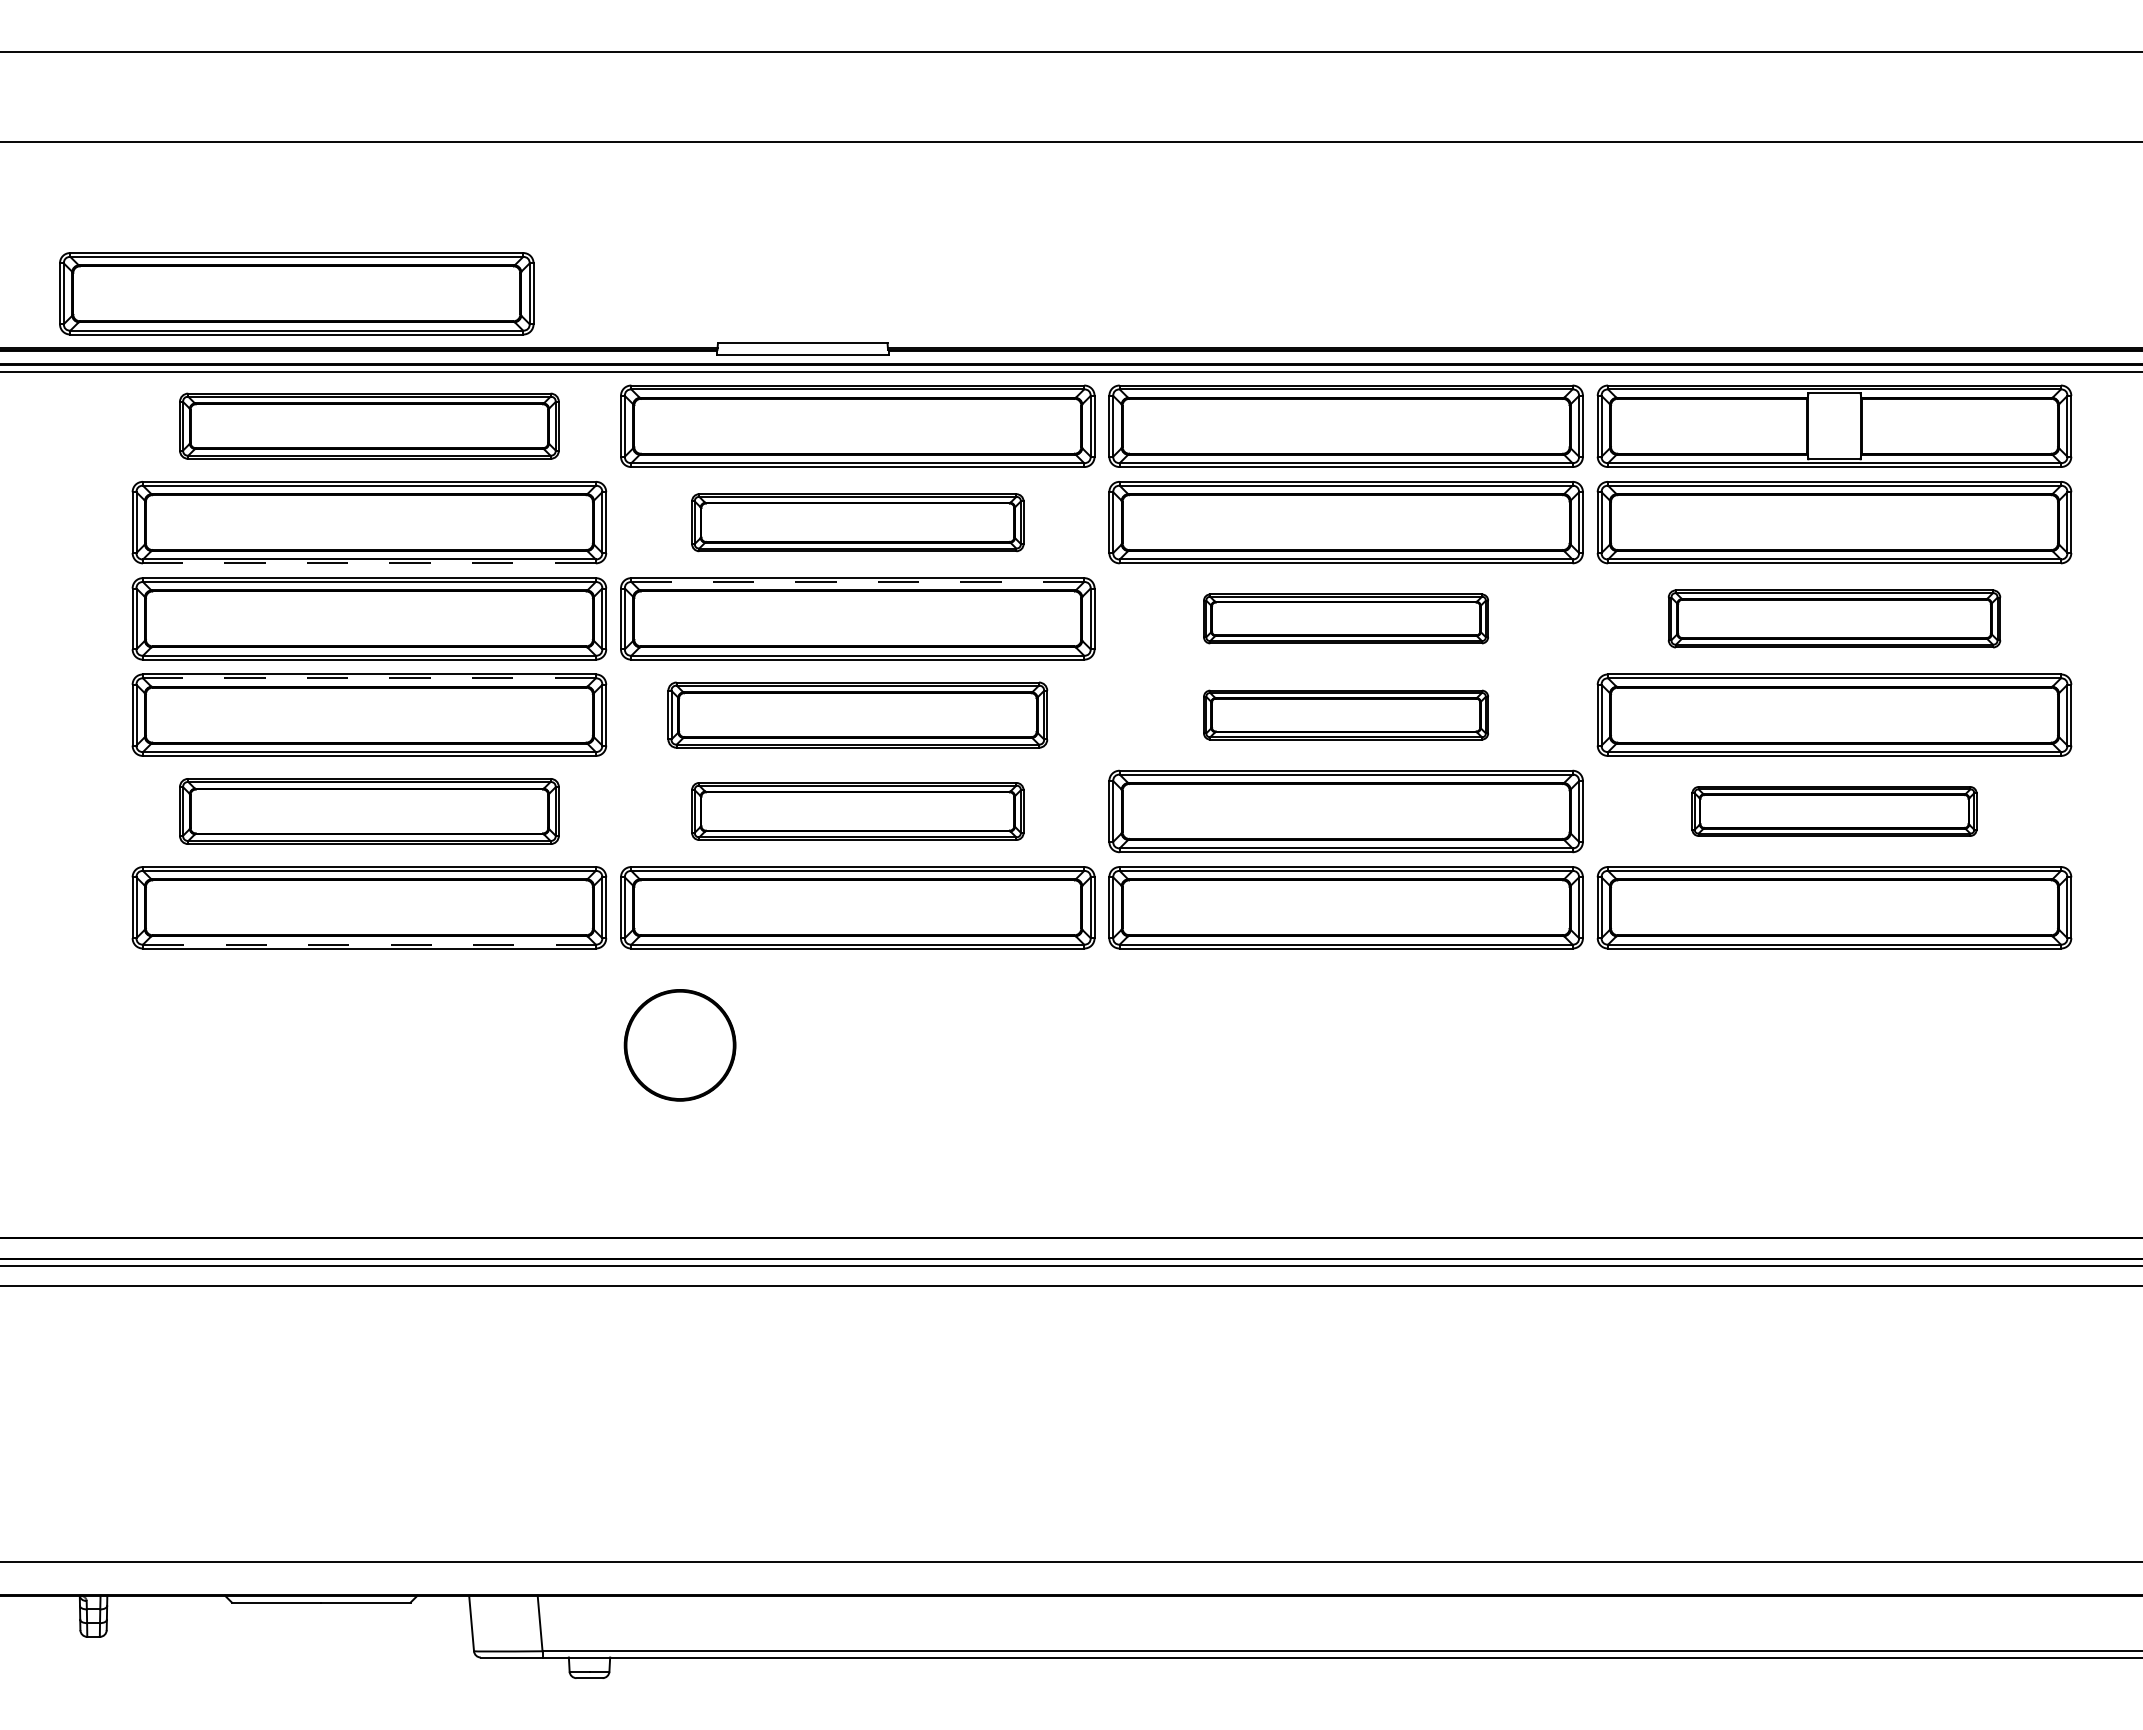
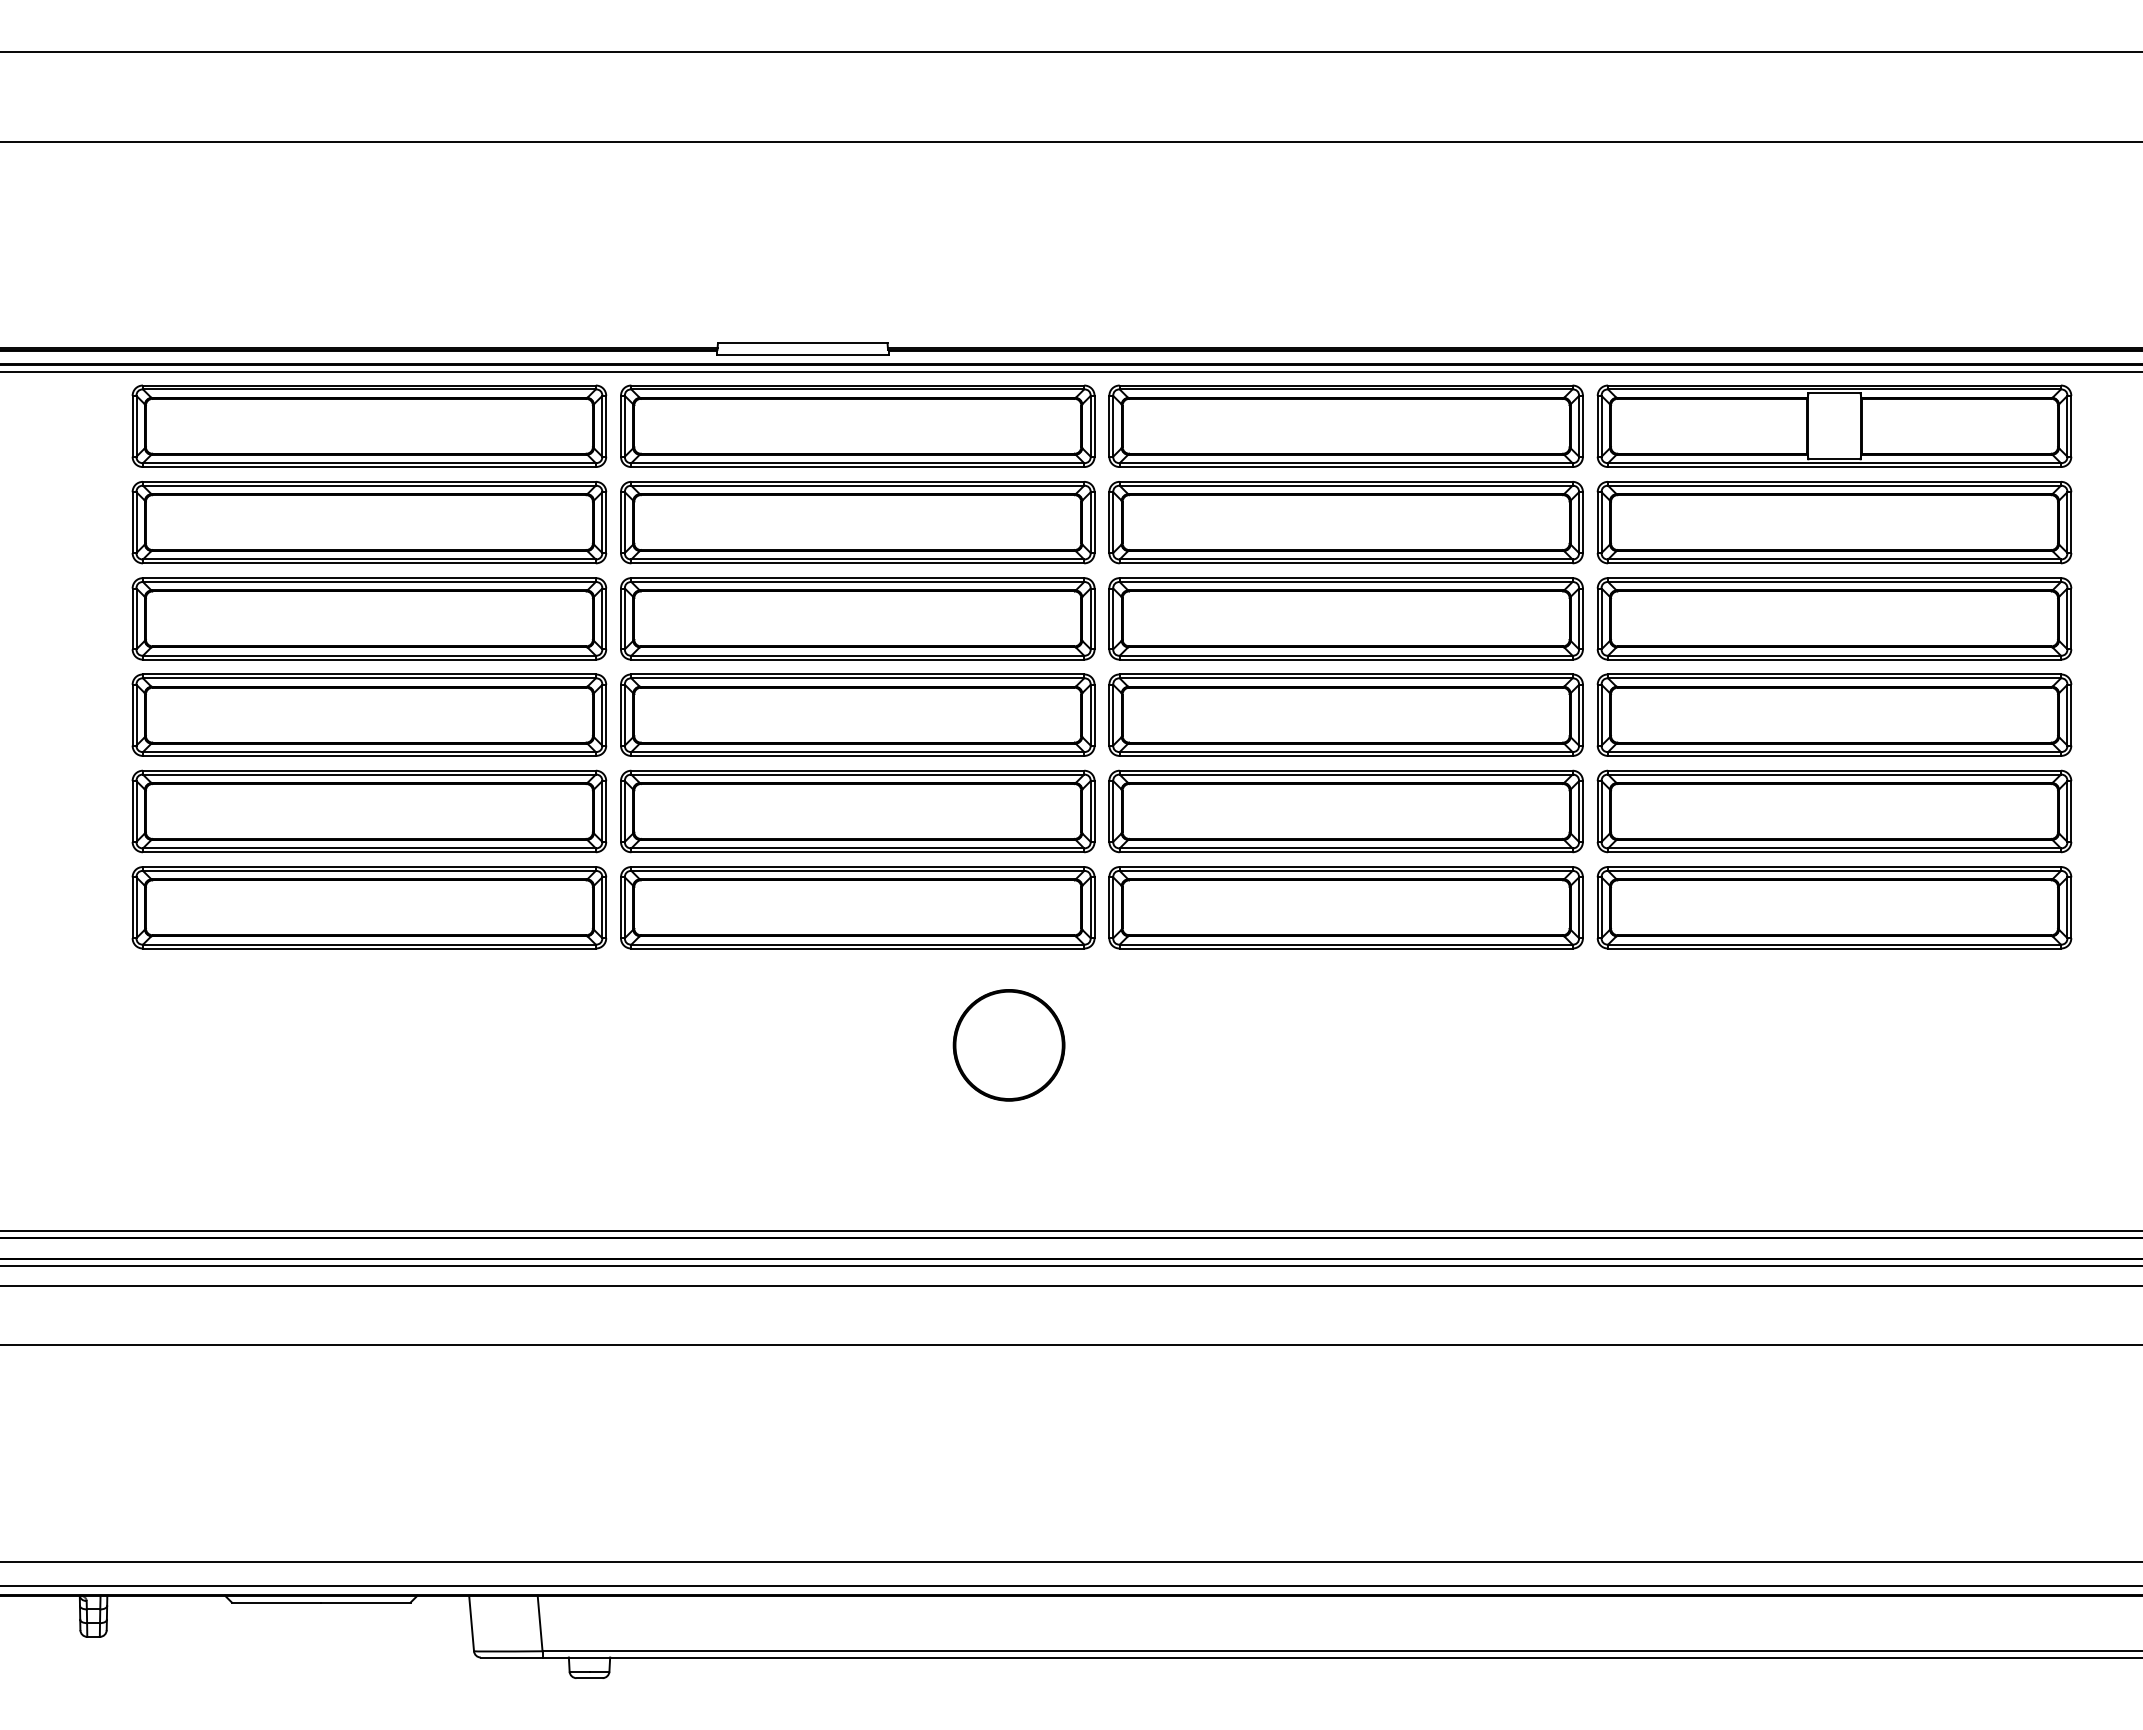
part at (296, 293): present -> none
part at (369, 425) size: 381x68 px -> 477x84 px
part at (857, 522) size: 334x60 px -> 476x84 px
line at (368, 563): dashed -> solid
line at (857, 582): dashed -> solid
part at (1345, 618) size: 286x52 px -> 476x84 px
part at (1834, 618) size: 335x60 px -> 477x84 px
line at (368, 678): dashed -> solid
part at (857, 714) size: 382x68 px -> 476x84 px
part at (1345, 714) size: 286x52 px -> 476x84 px
part at (369, 811) size: 381x67 px -> 477x85 px
part at (857, 811) size: 334x59 px -> 476x85 px
part at (1834, 811) size: 287x51 px -> 477x85 px
line at (369, 944): dashed -> solid
part at (679, 1045) position: (679, 1045) -> (1008, 1045)
line at (1070, 1230): none -> present
line at (1070, 1344): none -> present
line at (1070, 1585): none -> present
